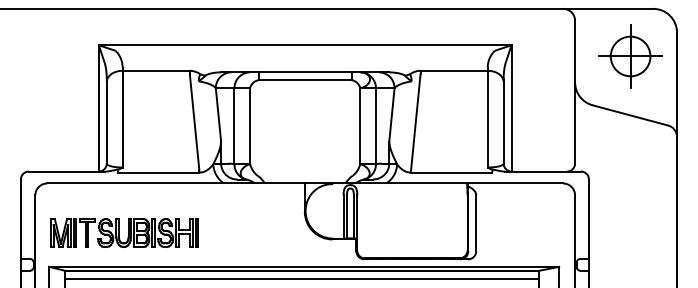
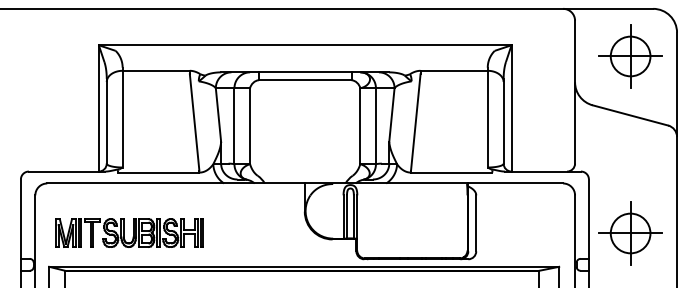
part at (124, 232) position: (124, 232) -> (129, 232)
part at (630, 233): none -> present
line at (302, 279): present -> none
